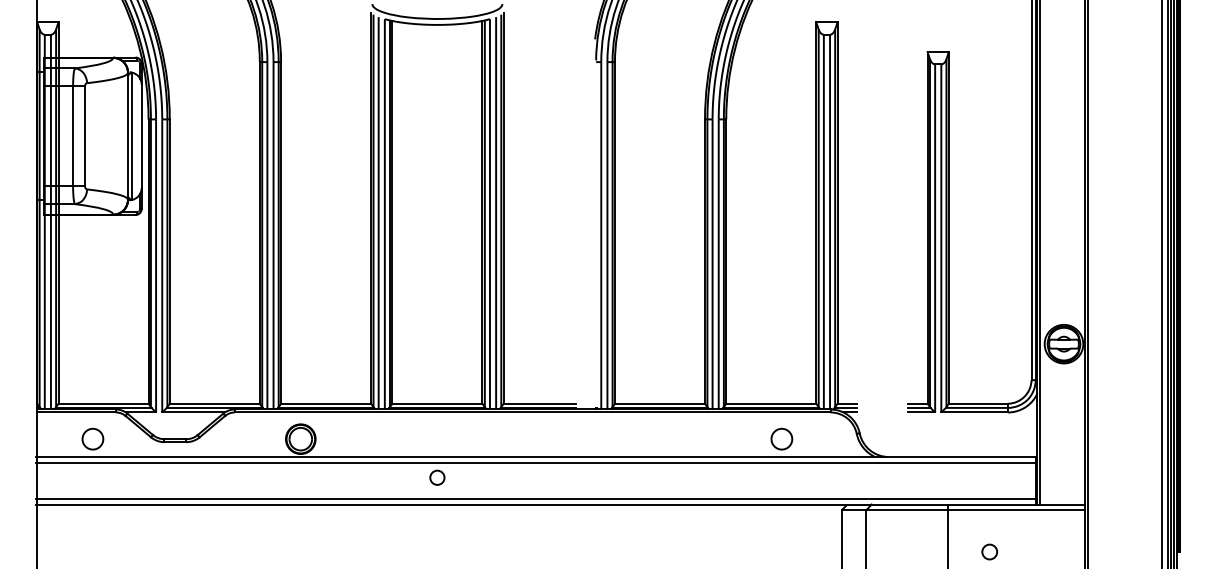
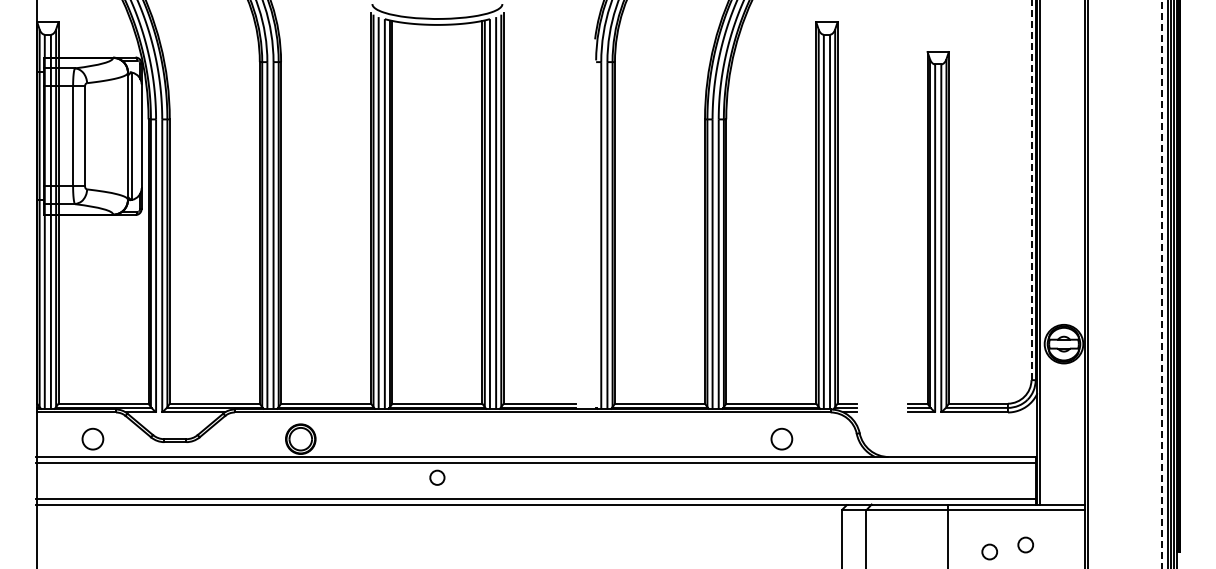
line at (1031, 190): solid -> dashed
line at (1161, 284): solid -> dashed
circle at (1025, 544): none -> present
